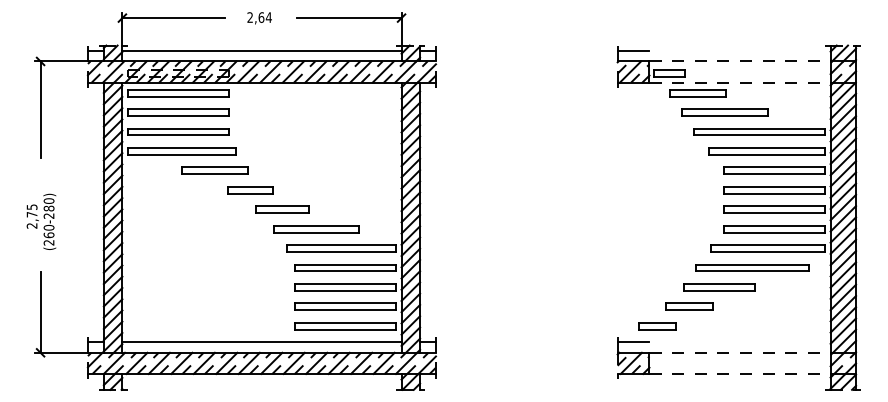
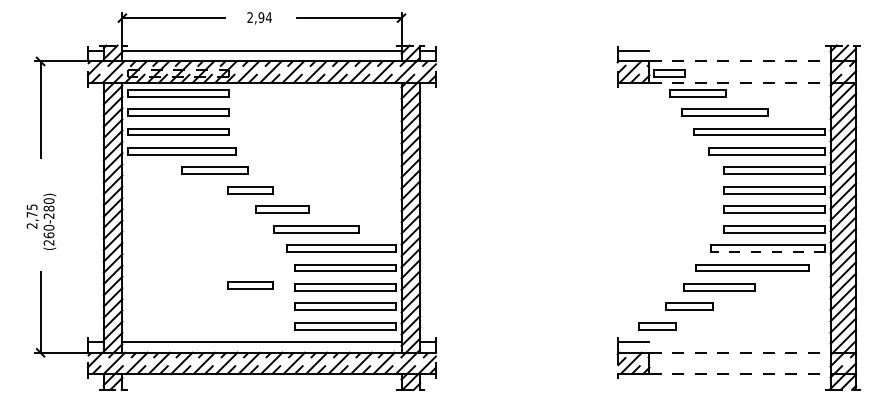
text at (261, 17): 2,64 -> 2,94
line at (767, 251): solid -> dashed
part at (250, 285): none -> present
